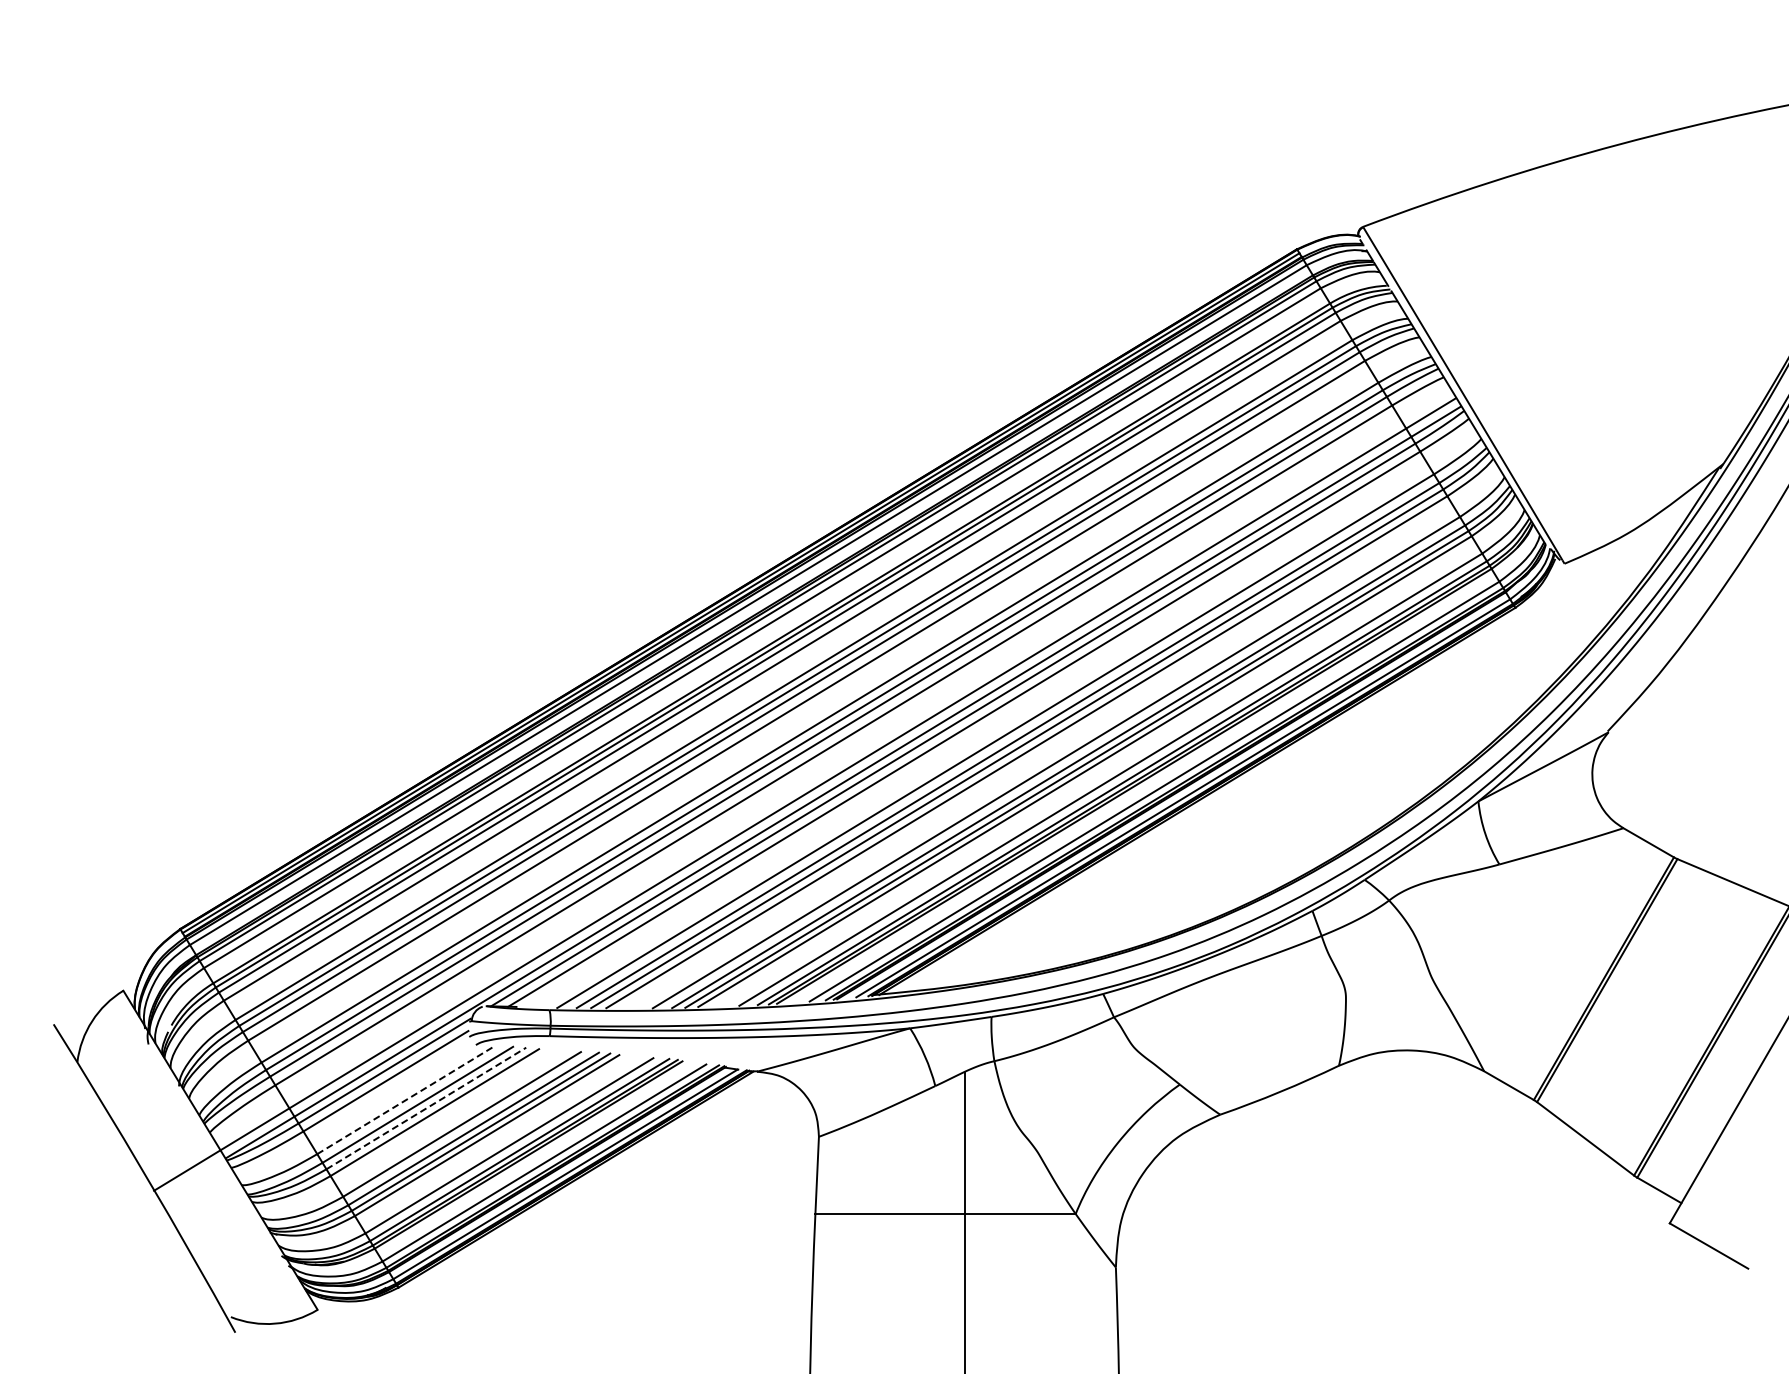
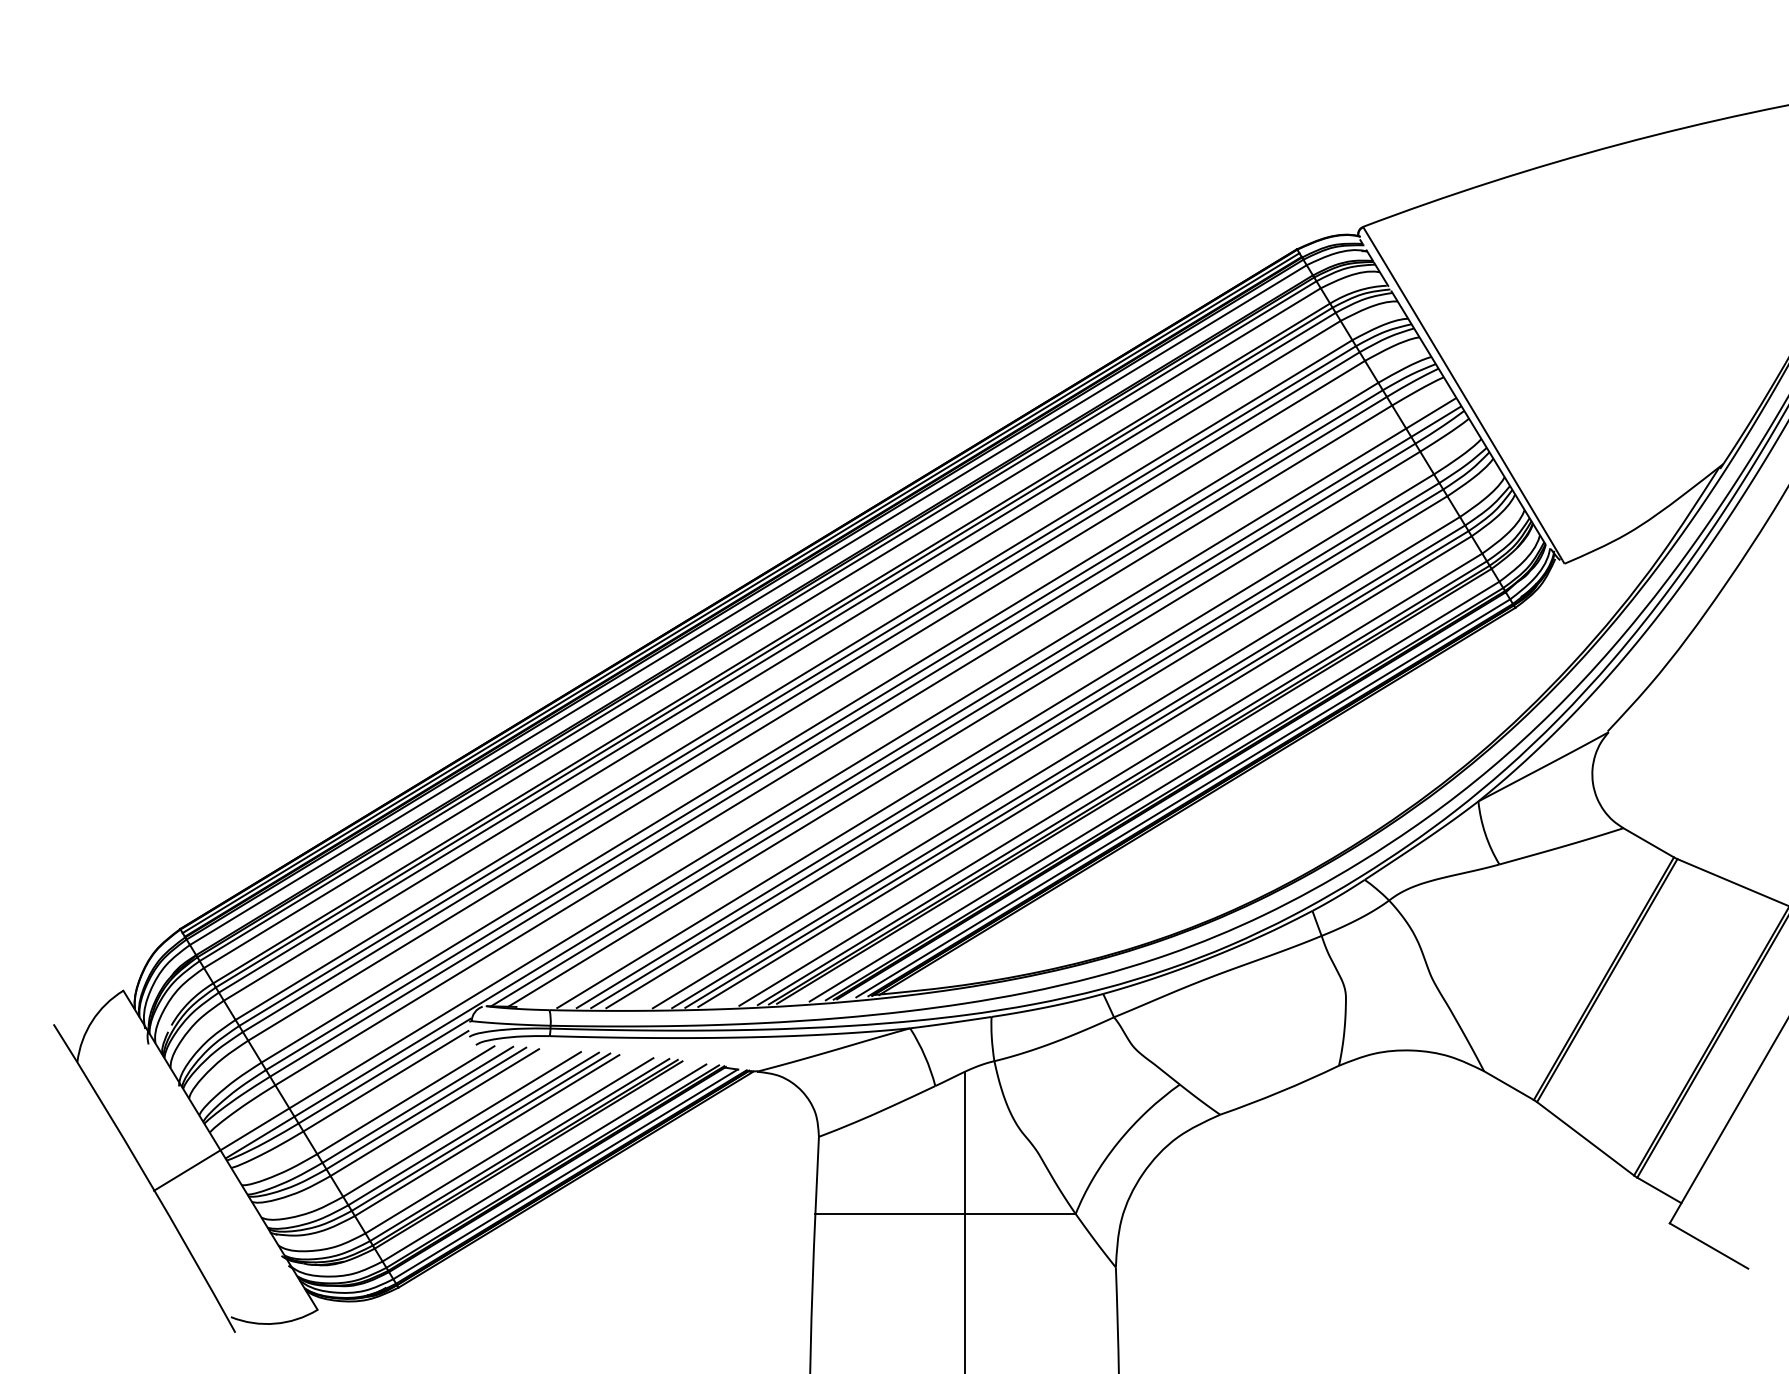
line at (405, 1100): dashed -> solid
line at (426, 1108): dashed -> solid
